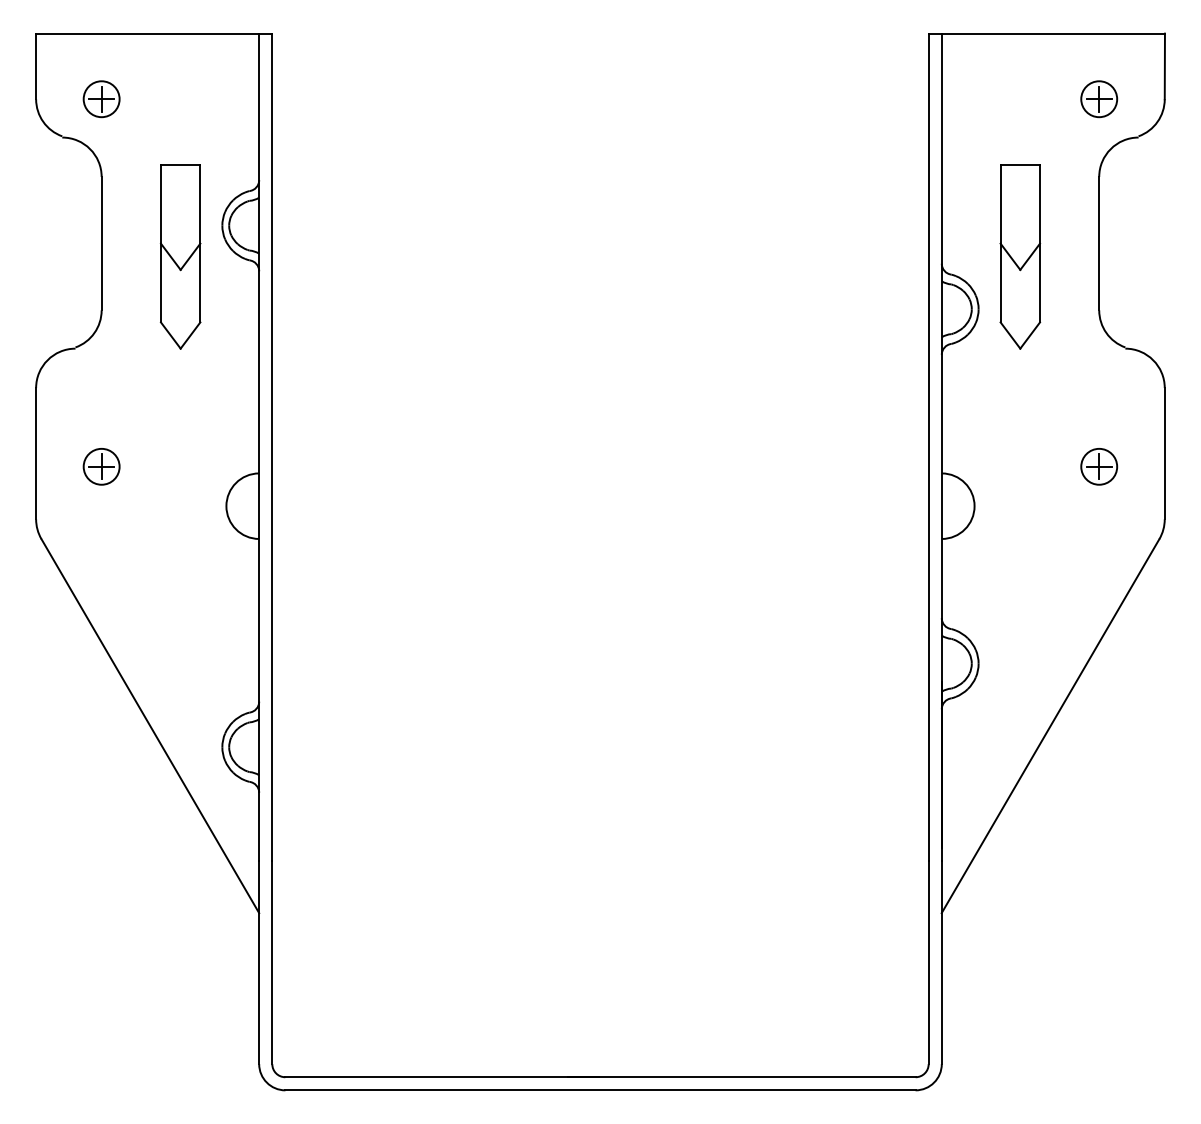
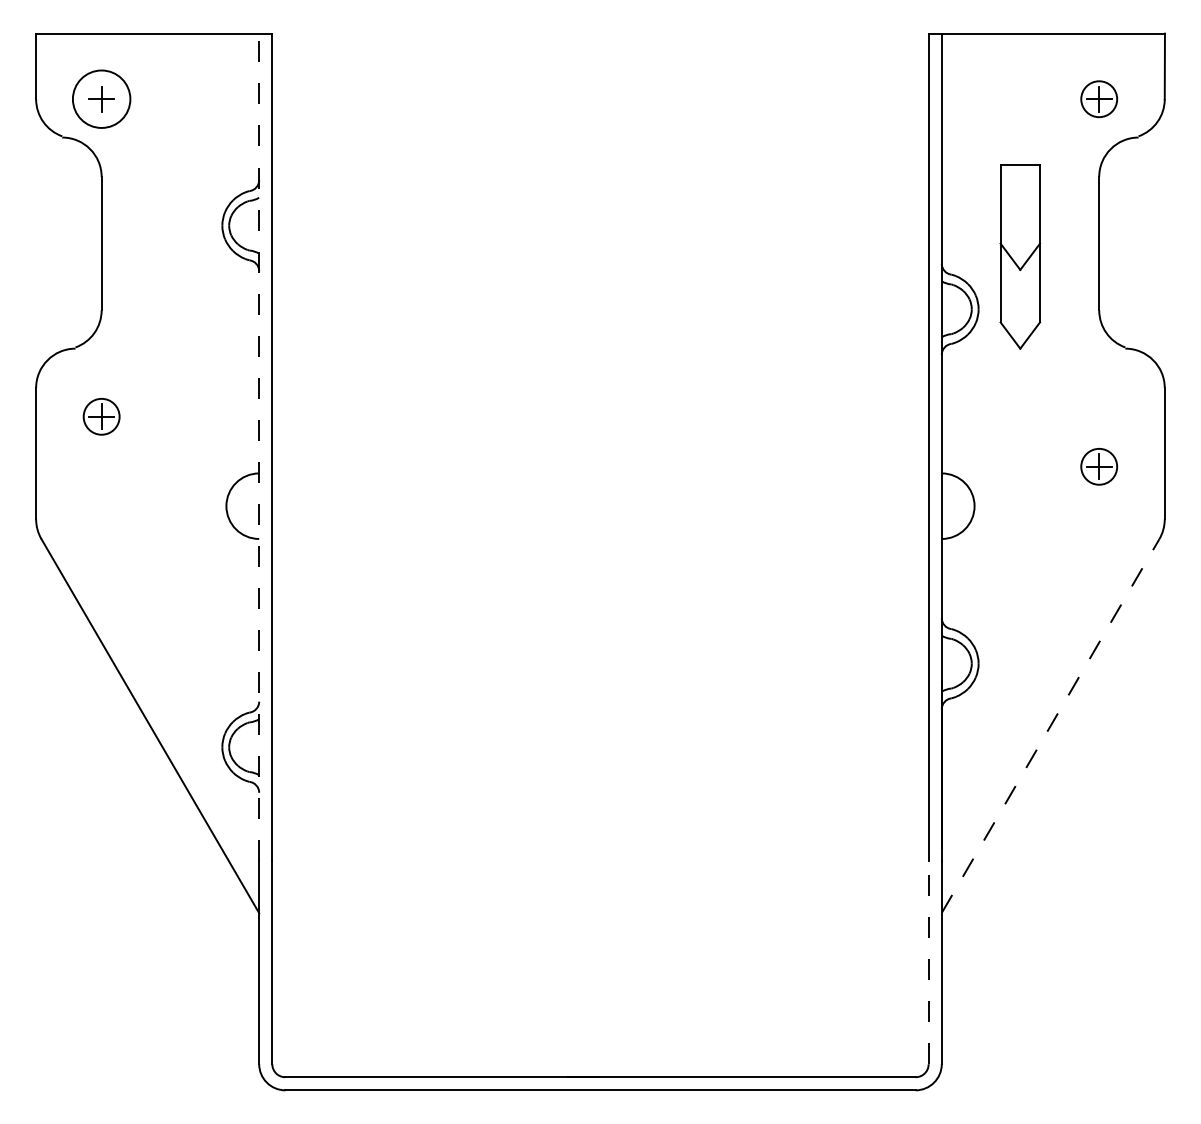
circle at (101, 99) diameter: 36 px -> 57 px
part at (180, 256): present -> none
line at (259, 446): solid -> dashed
part at (101, 466) position: (101, 466) -> (101, 416)
line at (1050, 725): solid -> dashed
line at (928, 962): solid -> dashed
